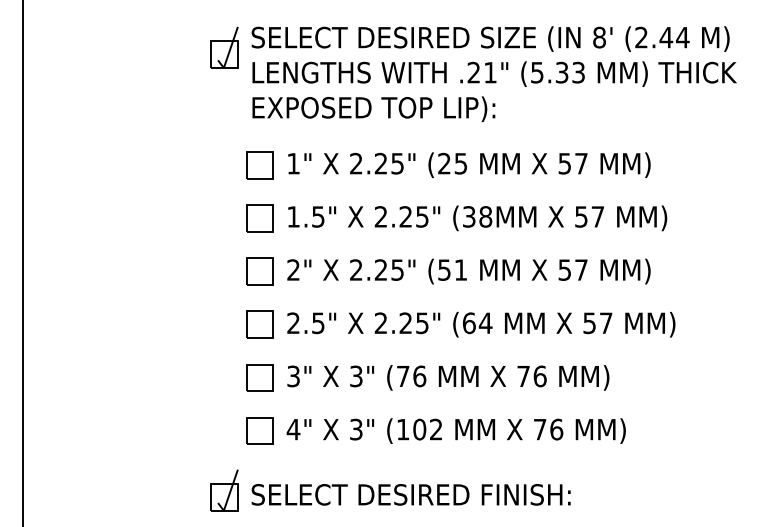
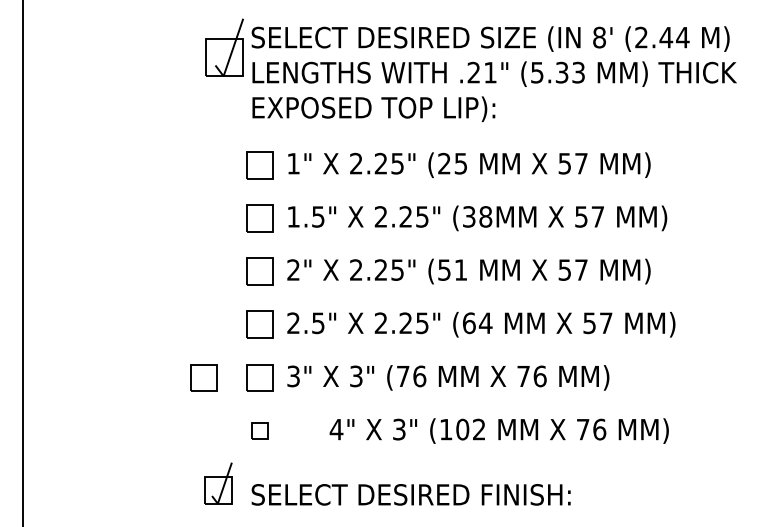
part at (224, 47) size: 29x43 px -> 39x59 px
part at (203, 377): none -> present
part at (259, 430) size: 28x28 px -> 18x18 px
text at (455, 430) position: (455, 430) -> (498, 430)
part at (224, 490) position: (224, 490) -> (218, 483)
